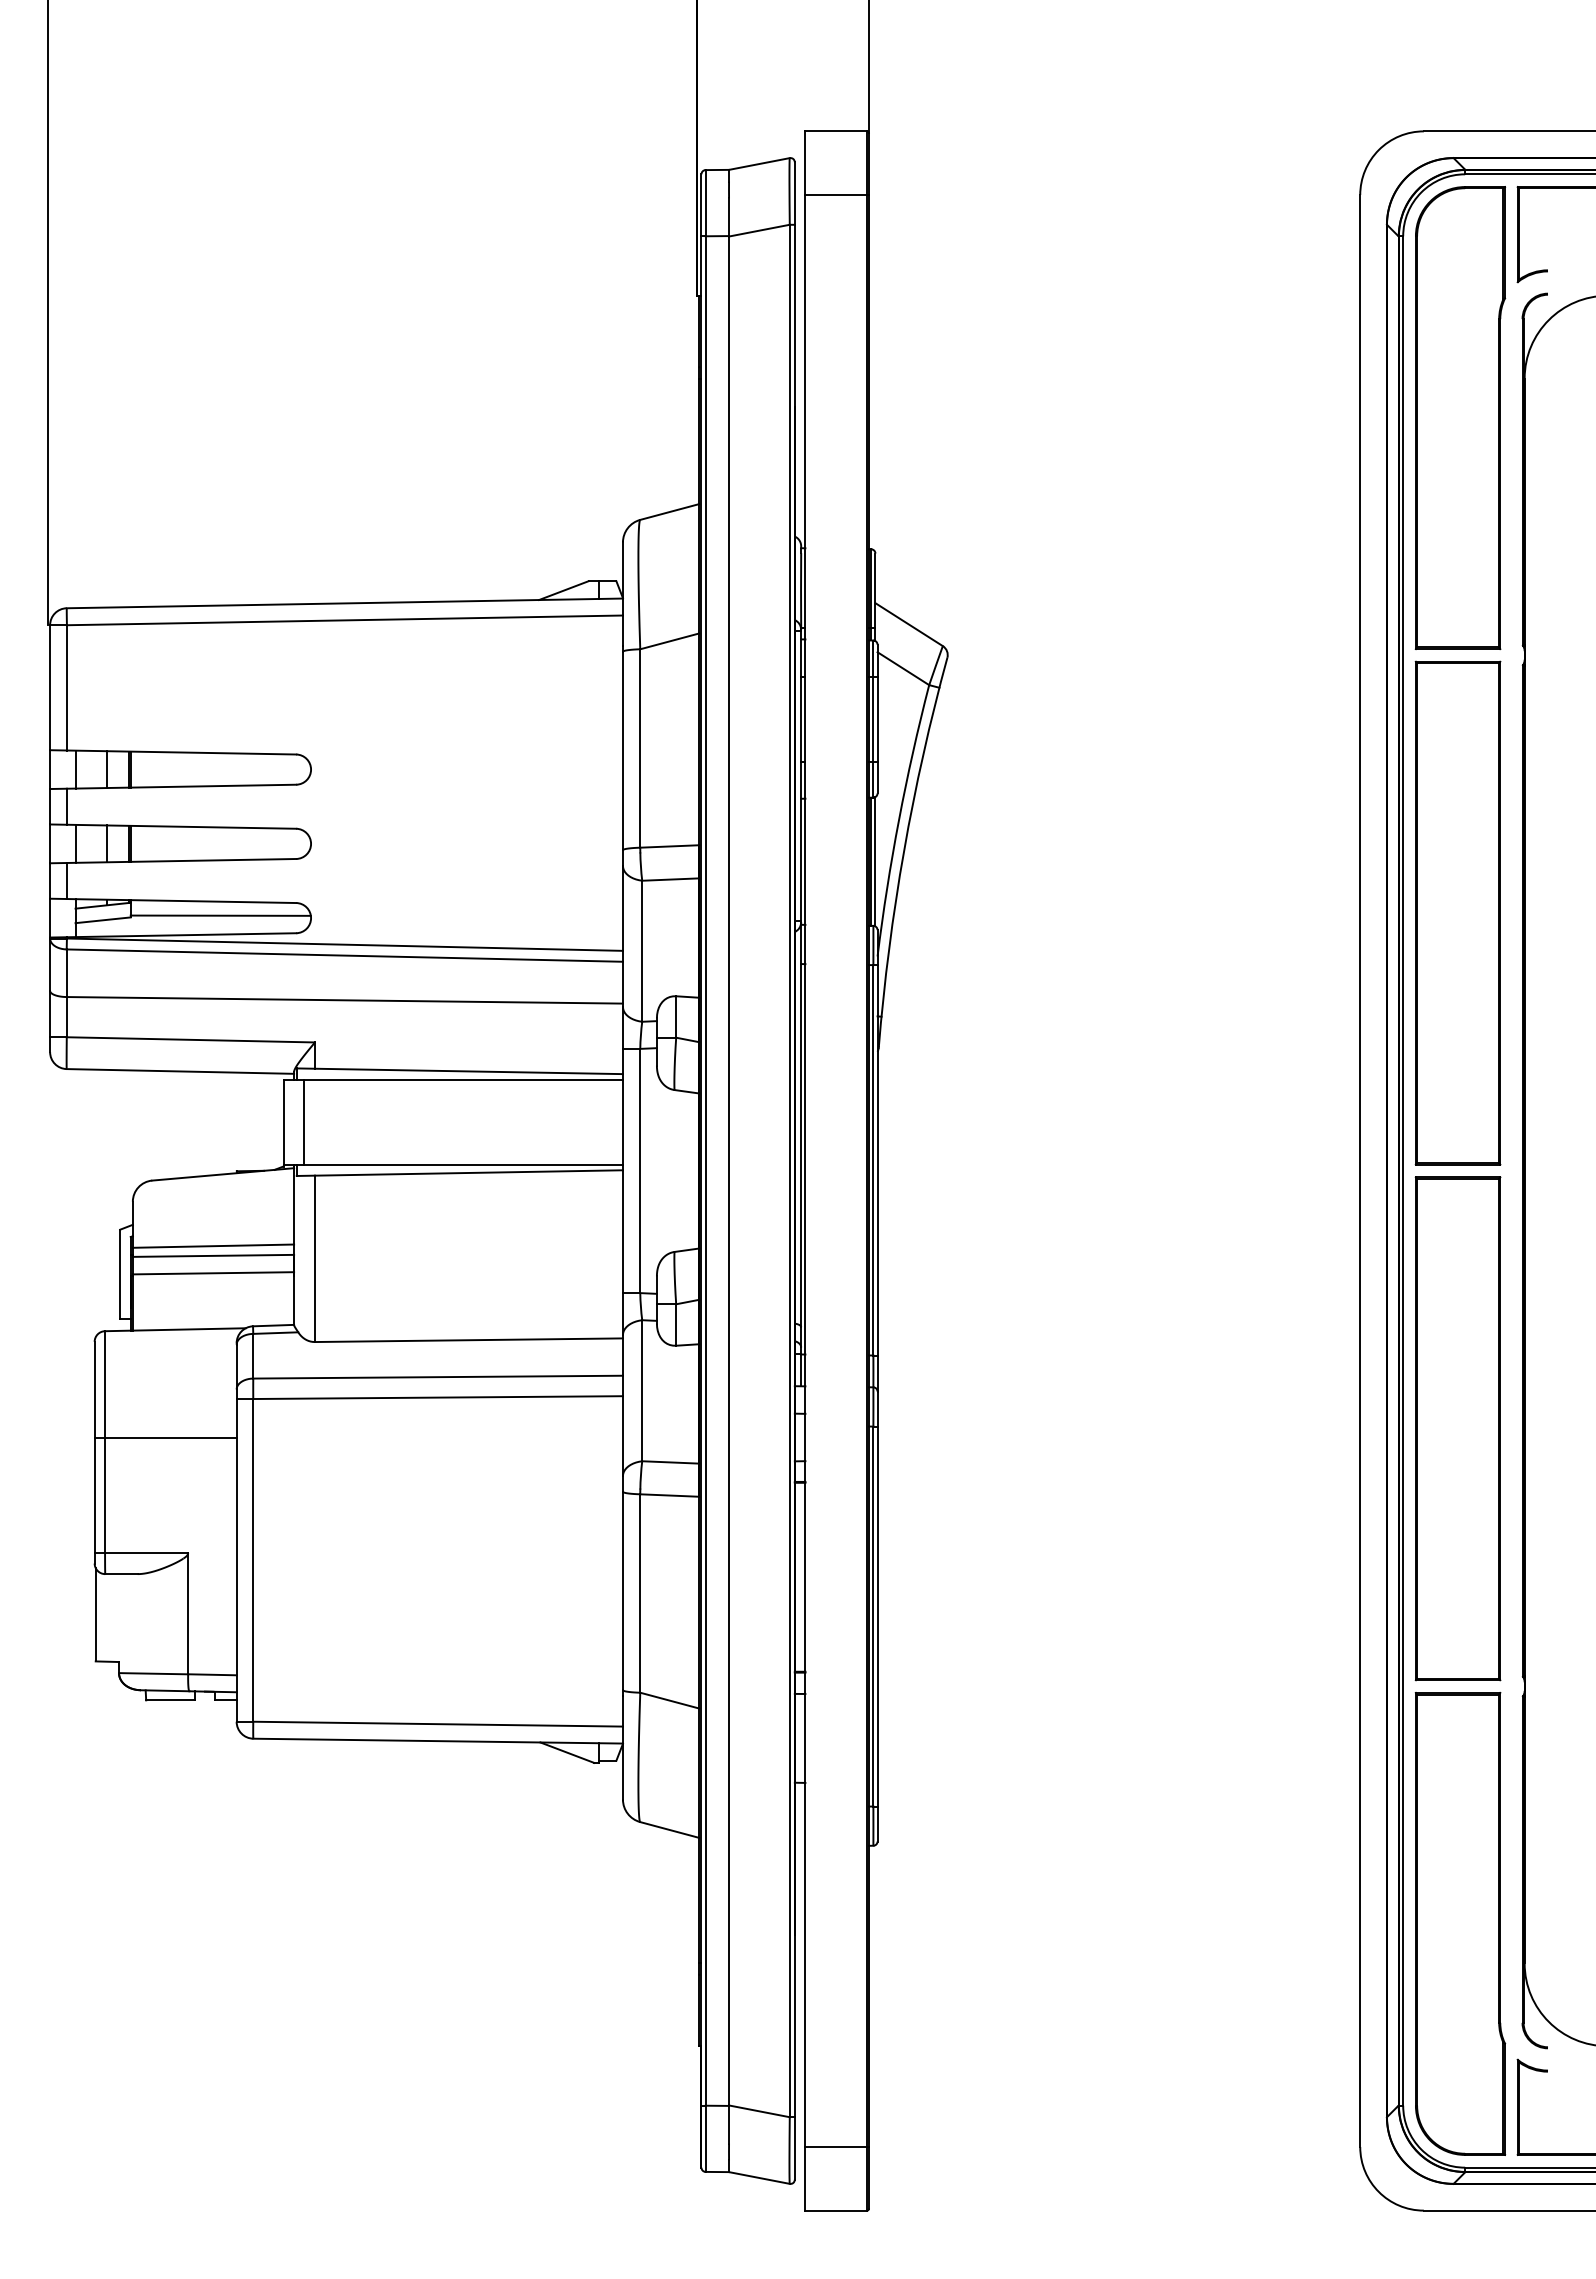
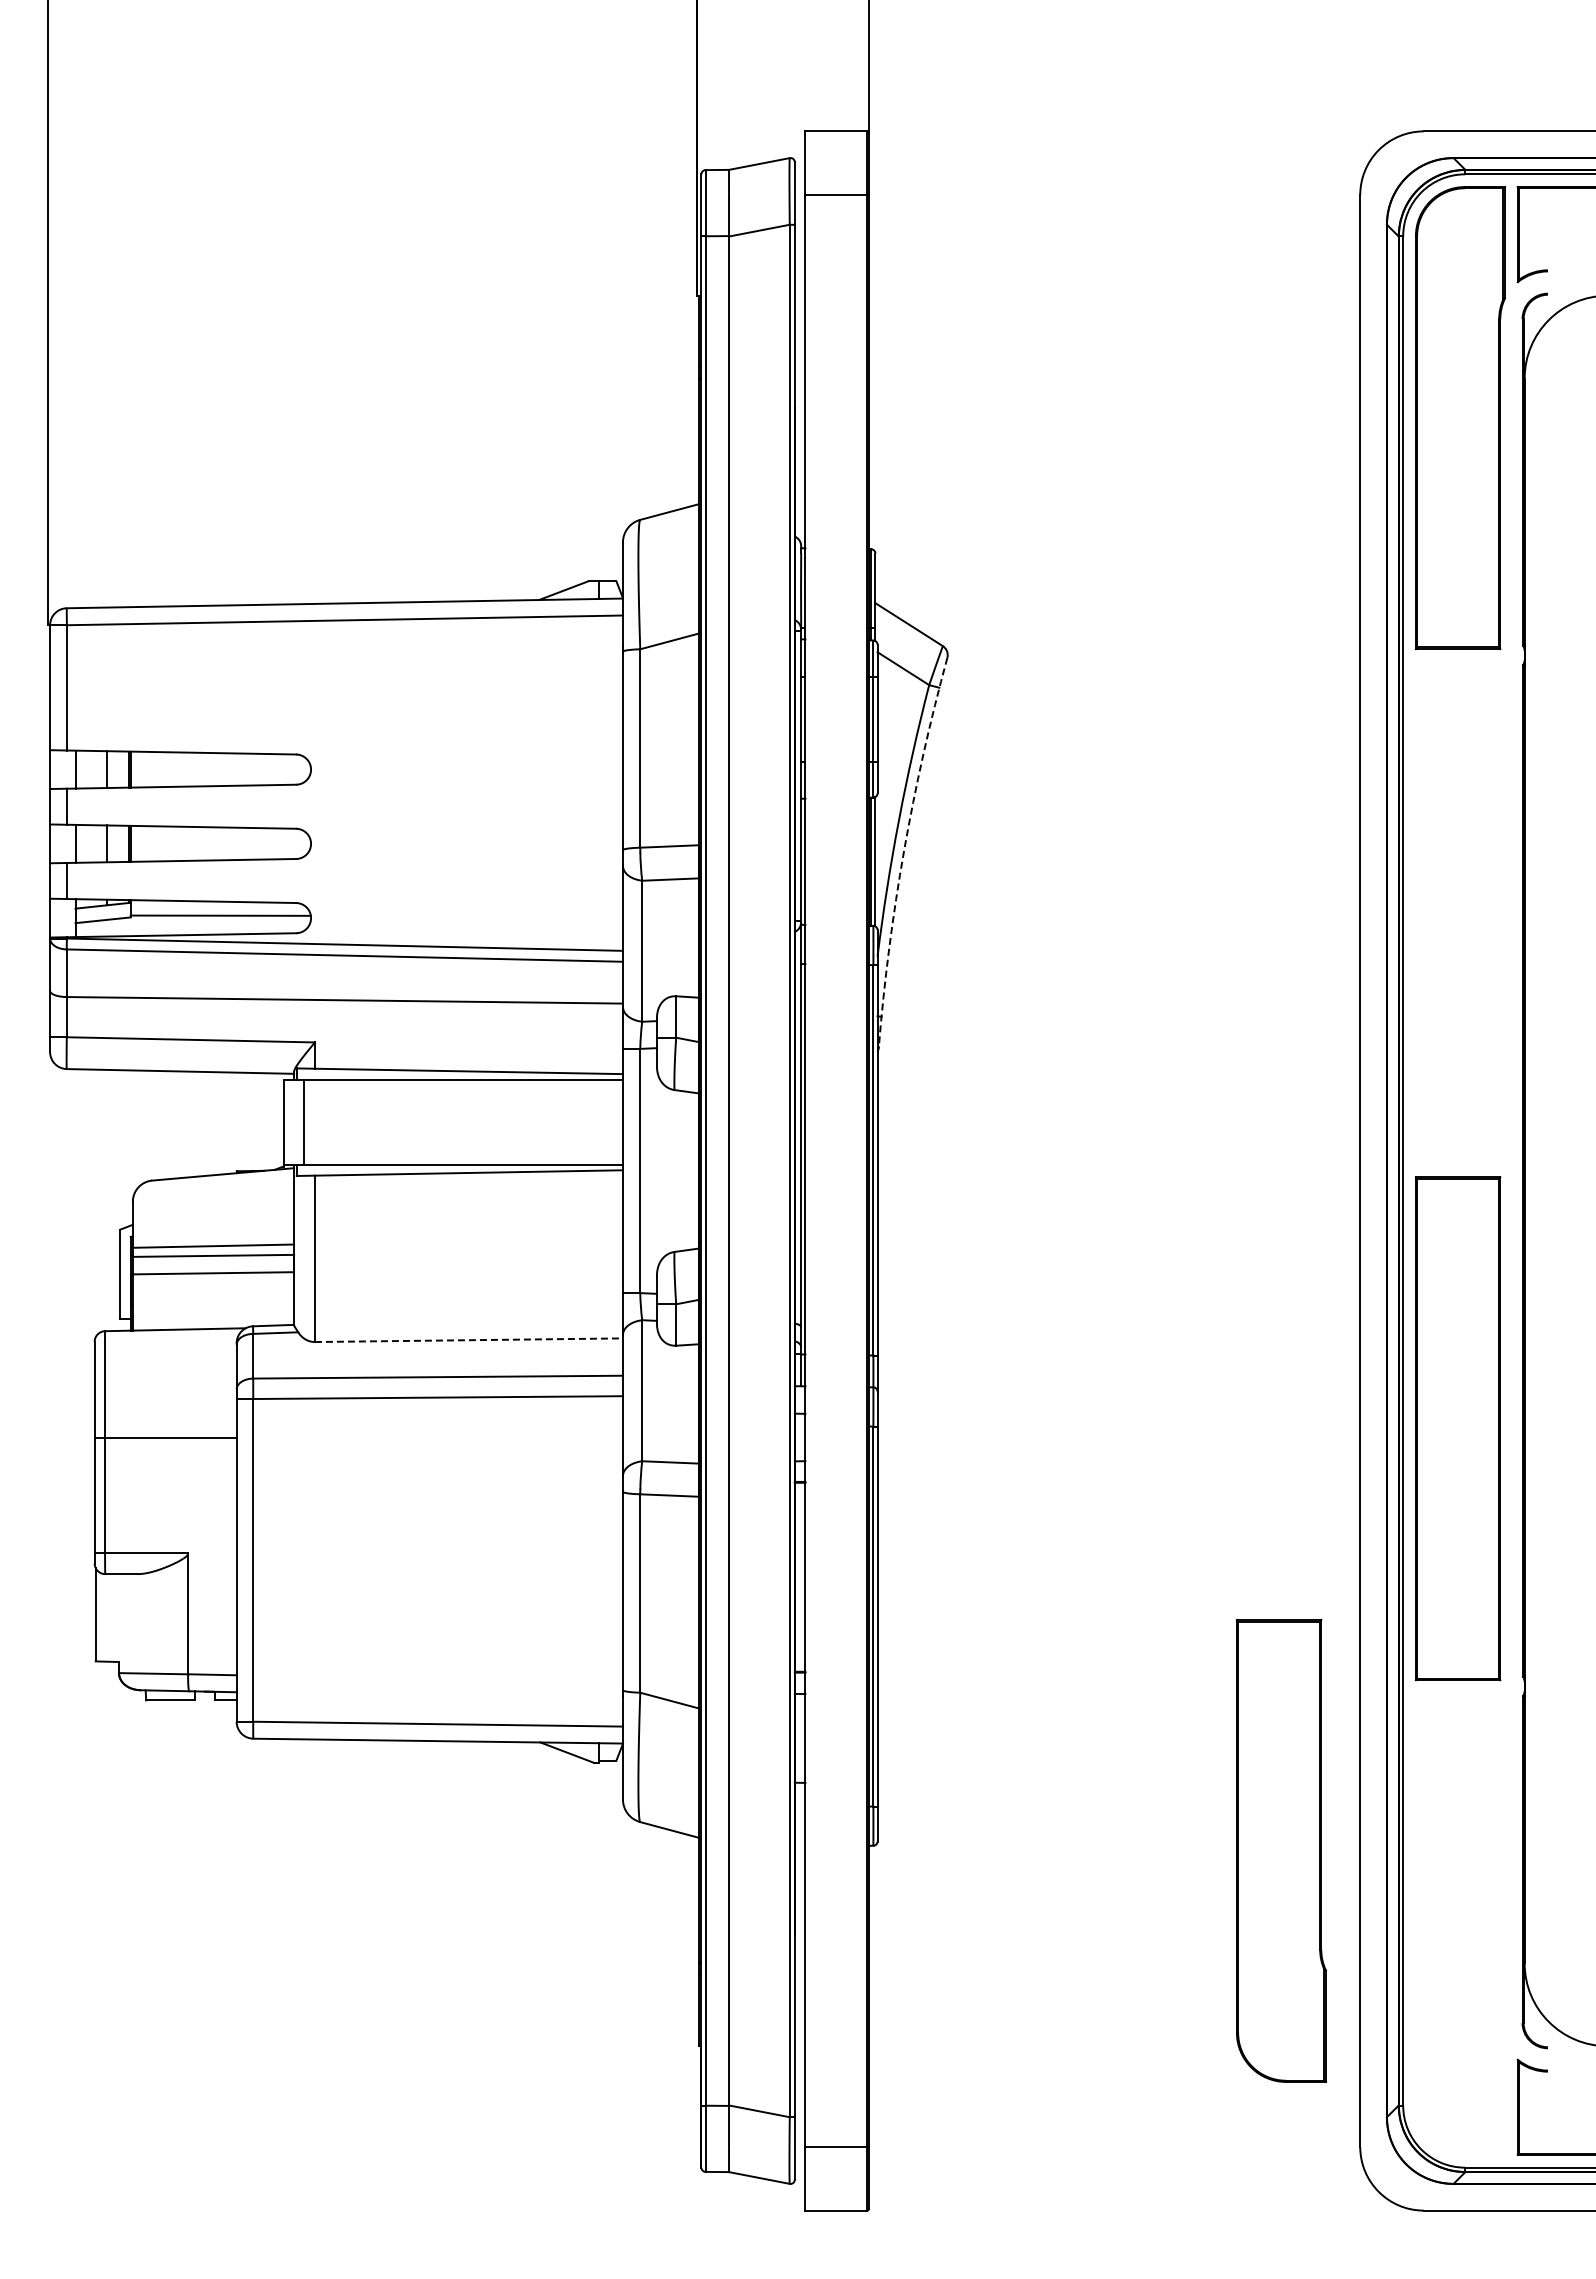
arc at (904, 850): solid -> dashed
part at (1457, 912): present -> none
line at (469, 1340): solid -> dashed
part at (1460, 1923) position: (1460, 1923) -> (1281, 1850)
